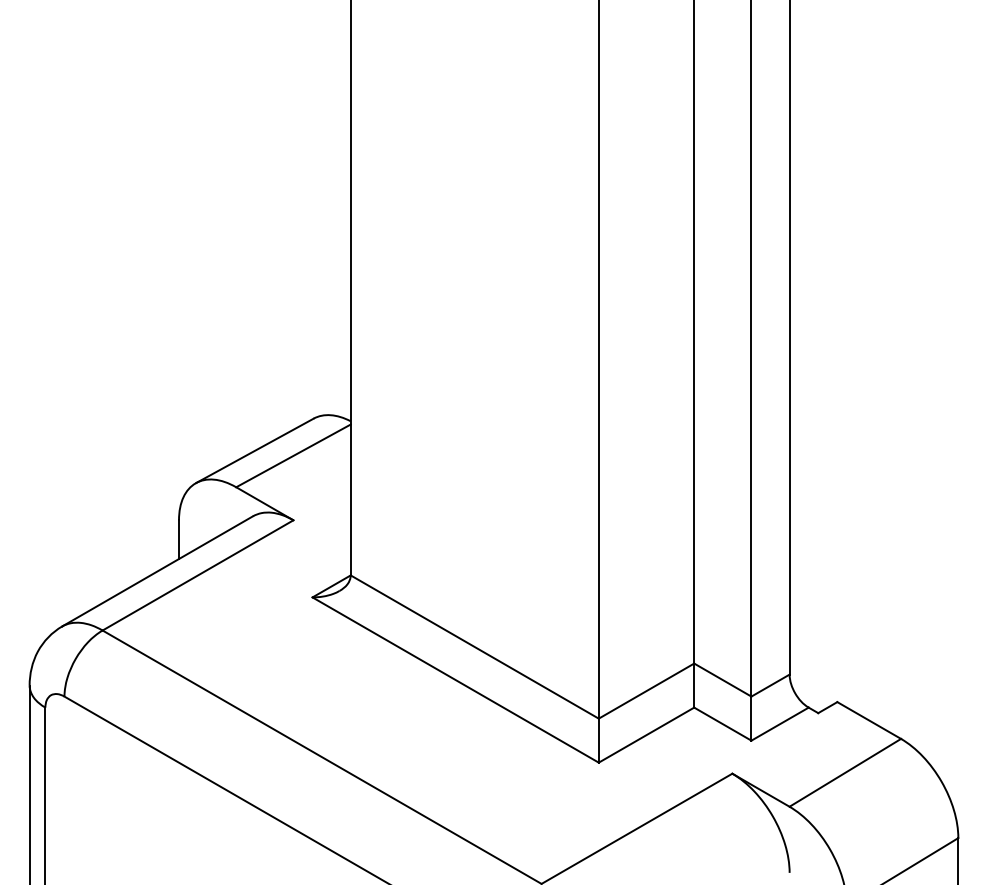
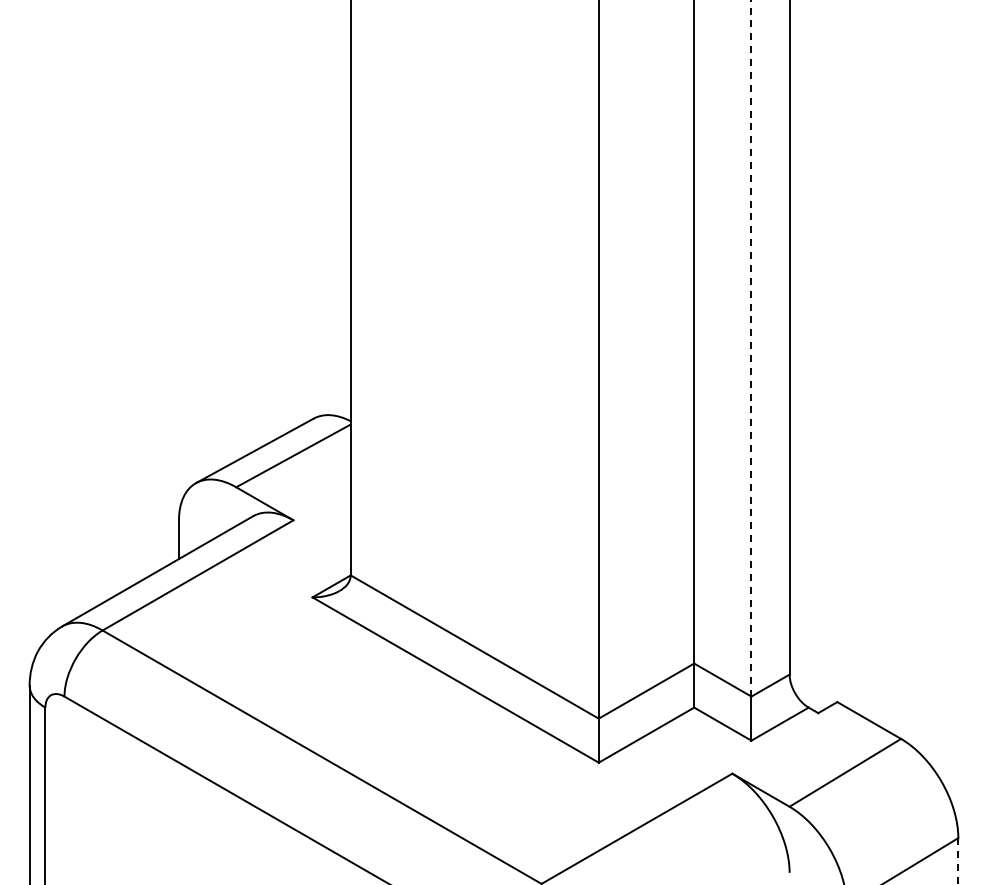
line at (751, 348): solid -> dashed
line at (958, 861): solid -> dashed
